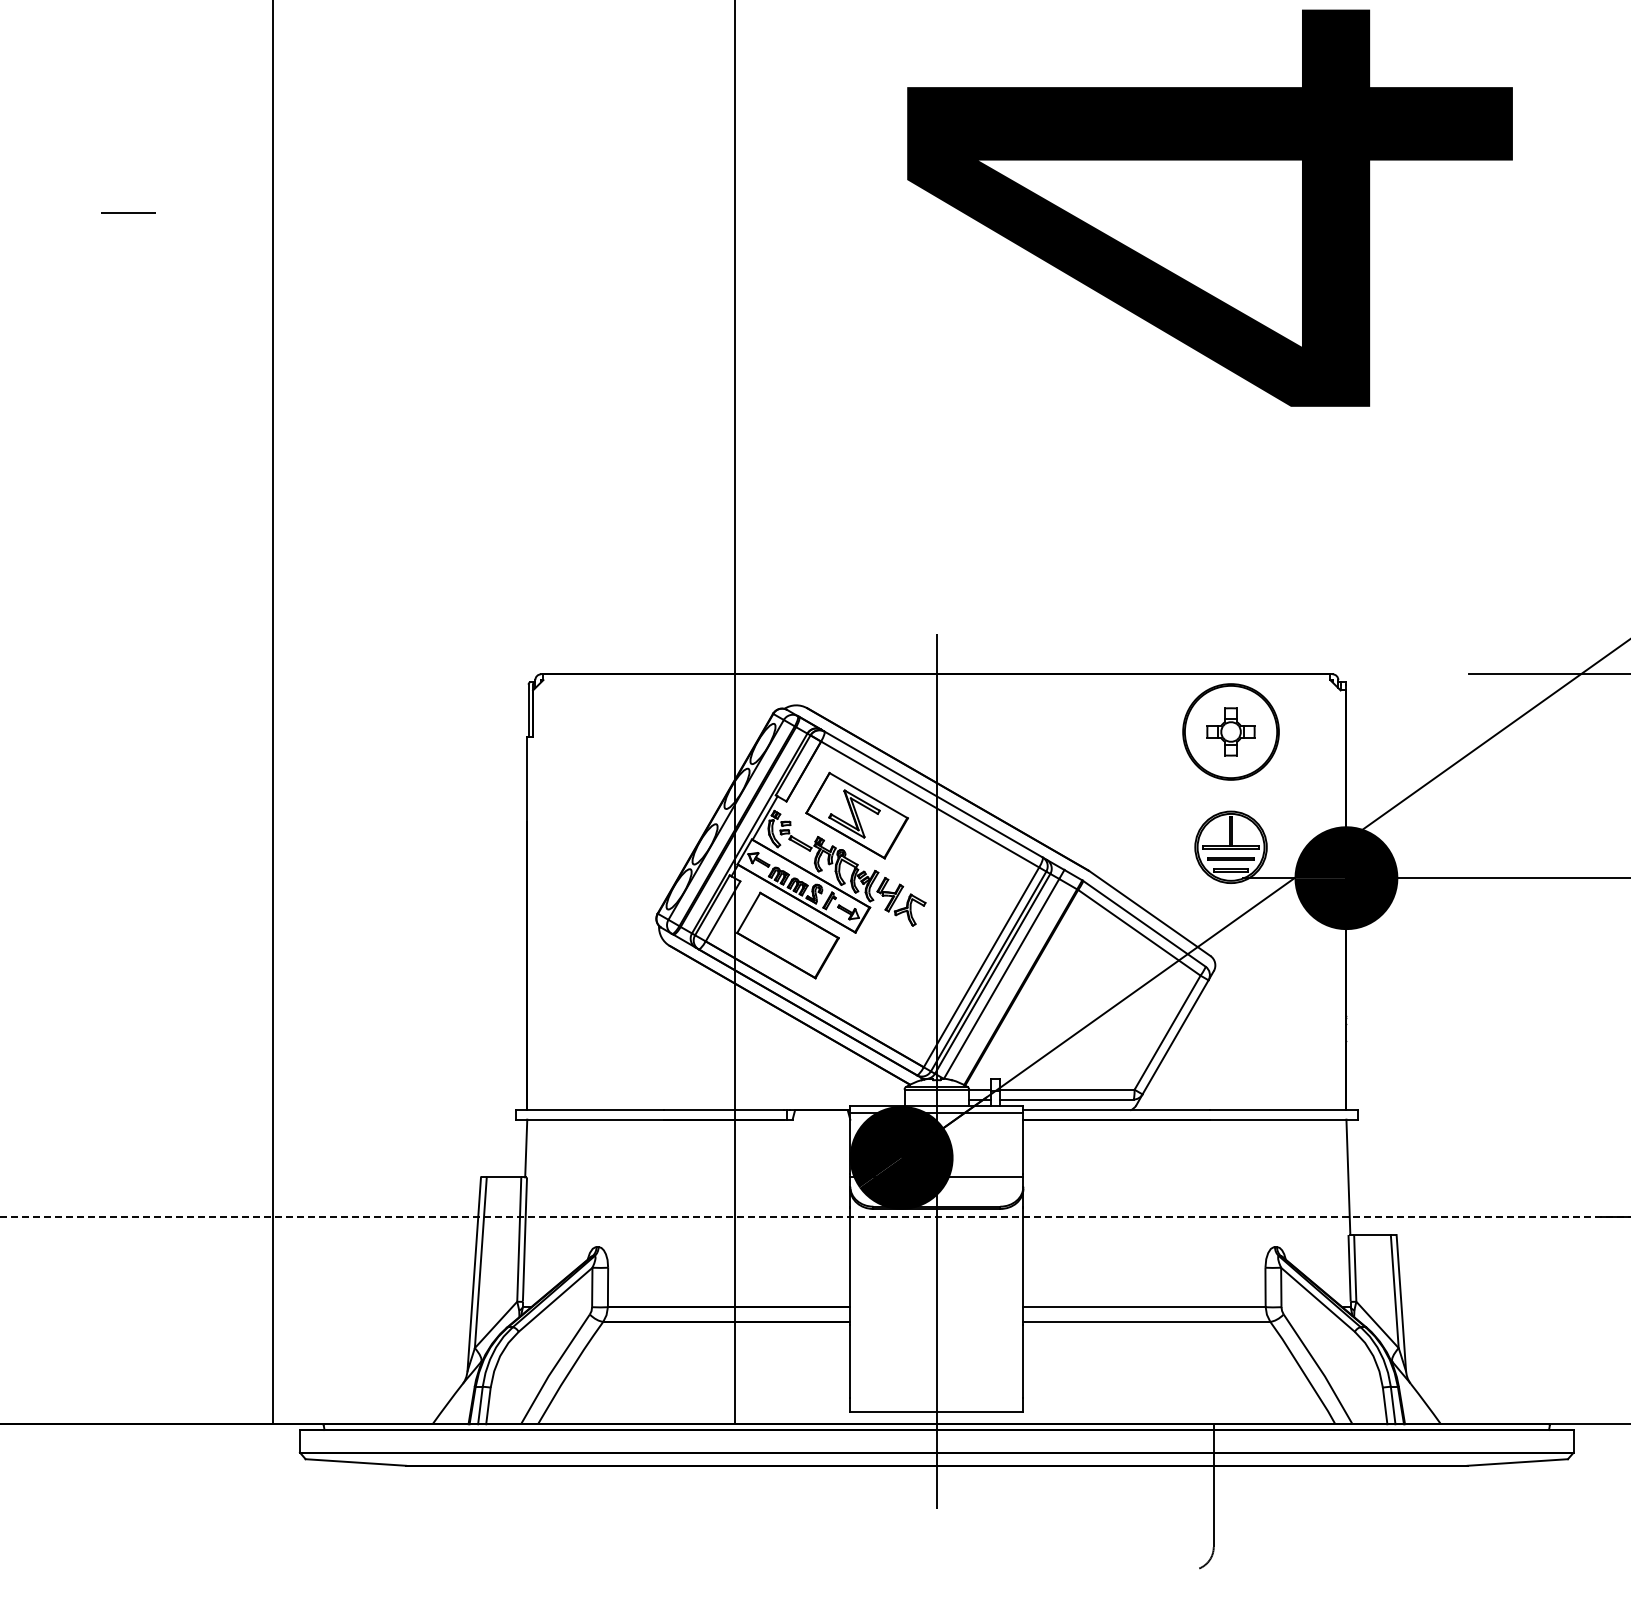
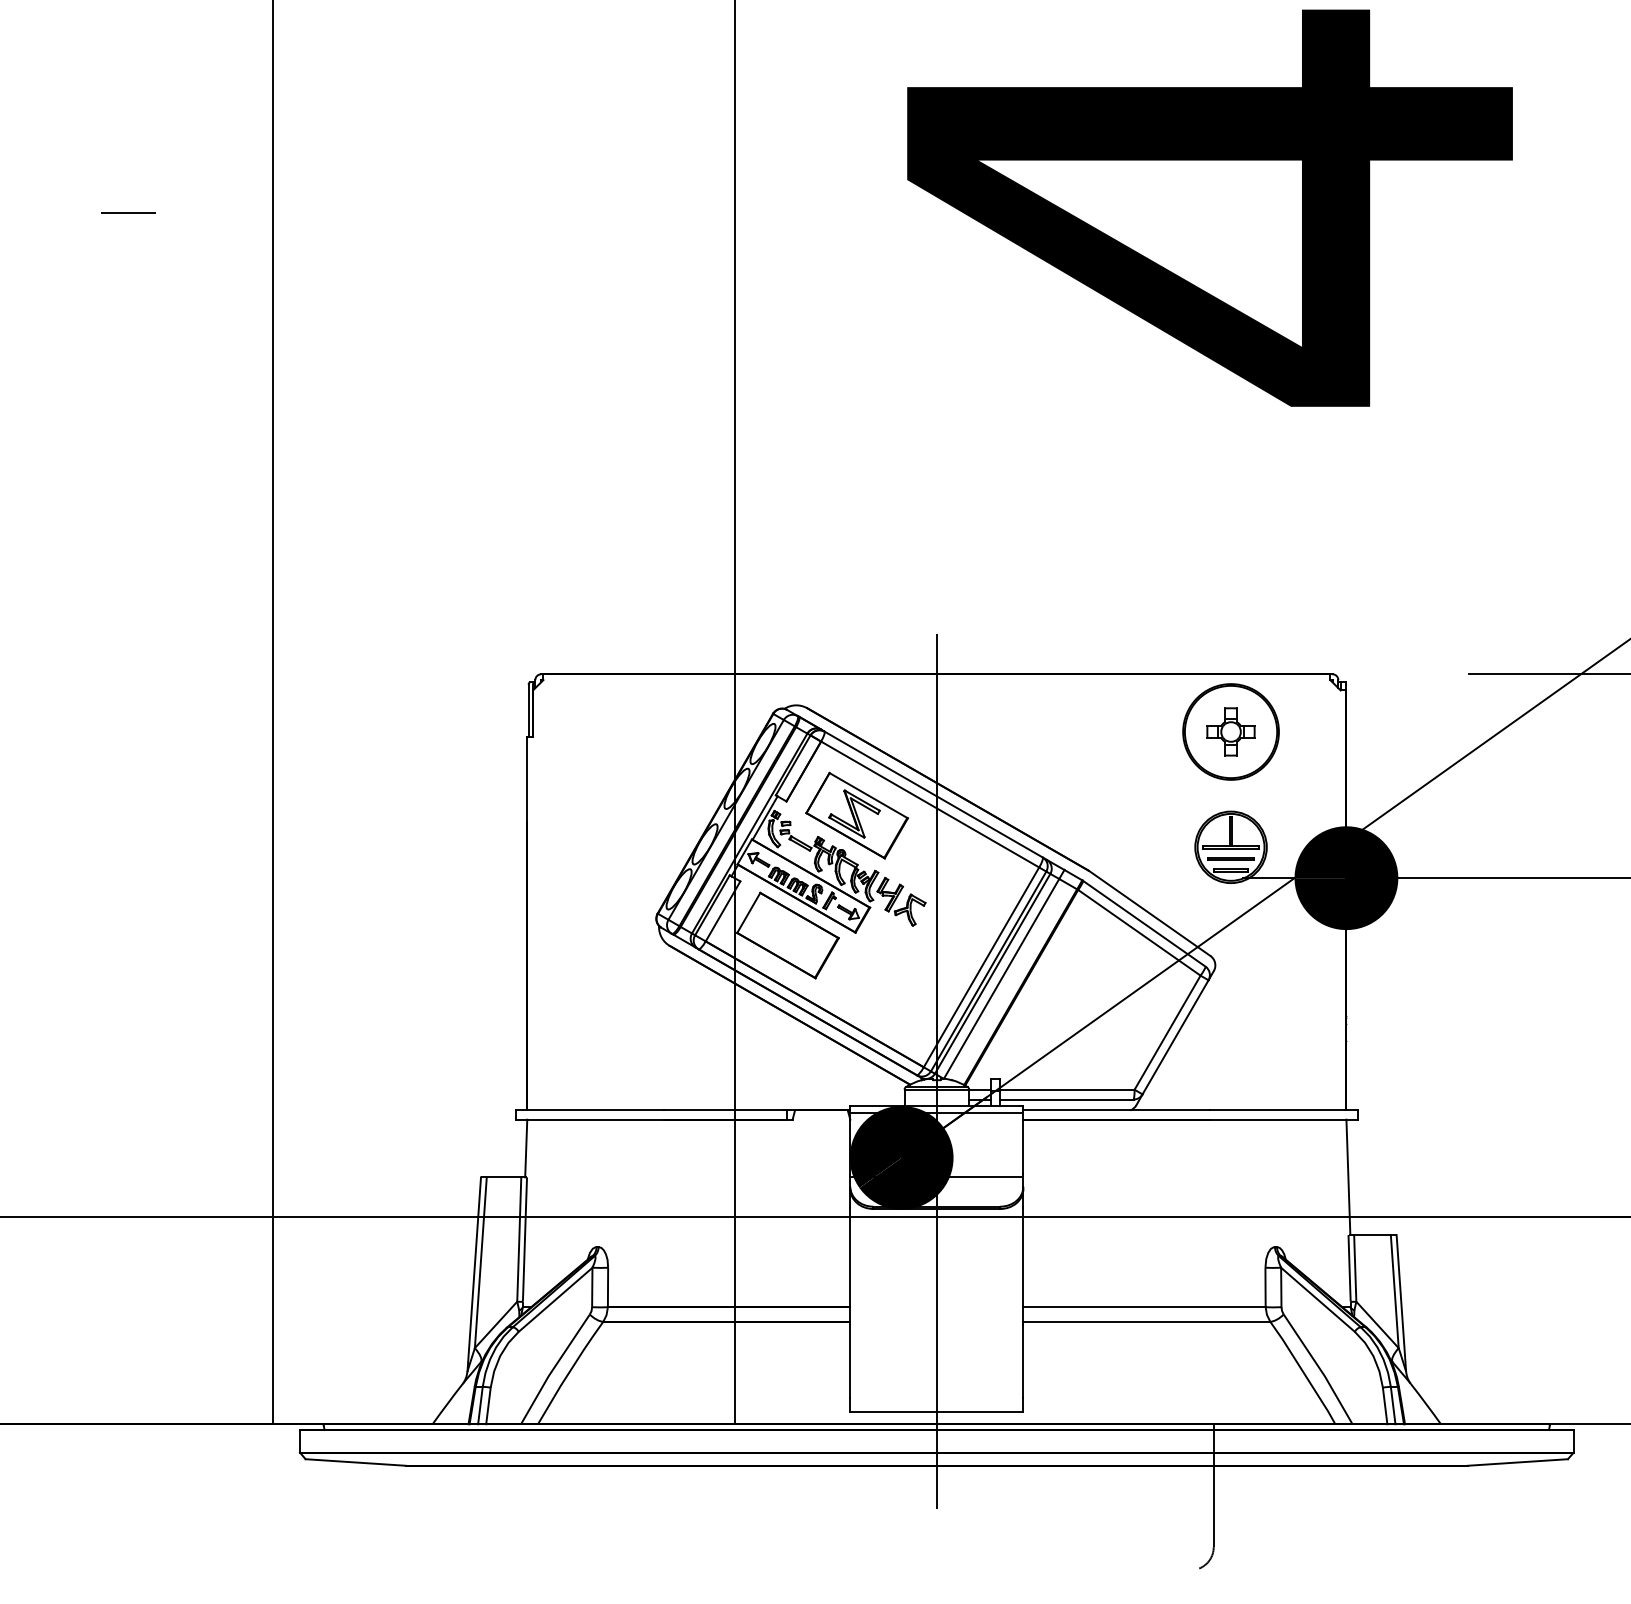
line at (815, 1216): dashed -> solid
